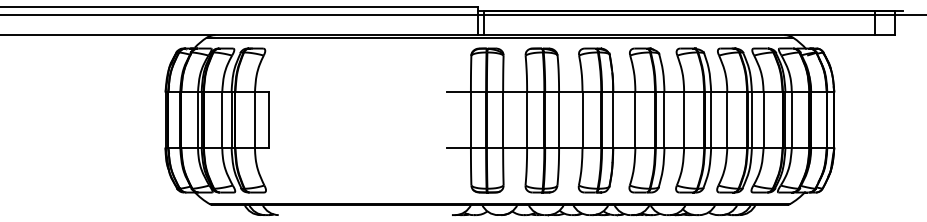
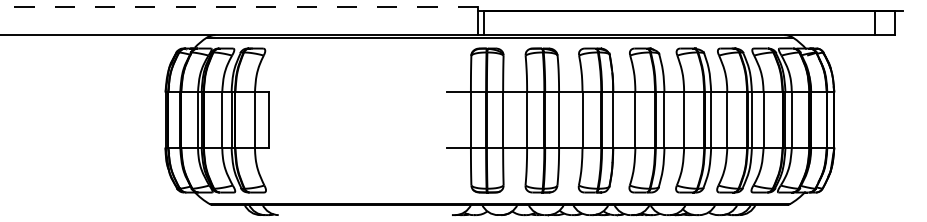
line at (238, 6): solid -> dashed
line at (462, 14): present -> none
